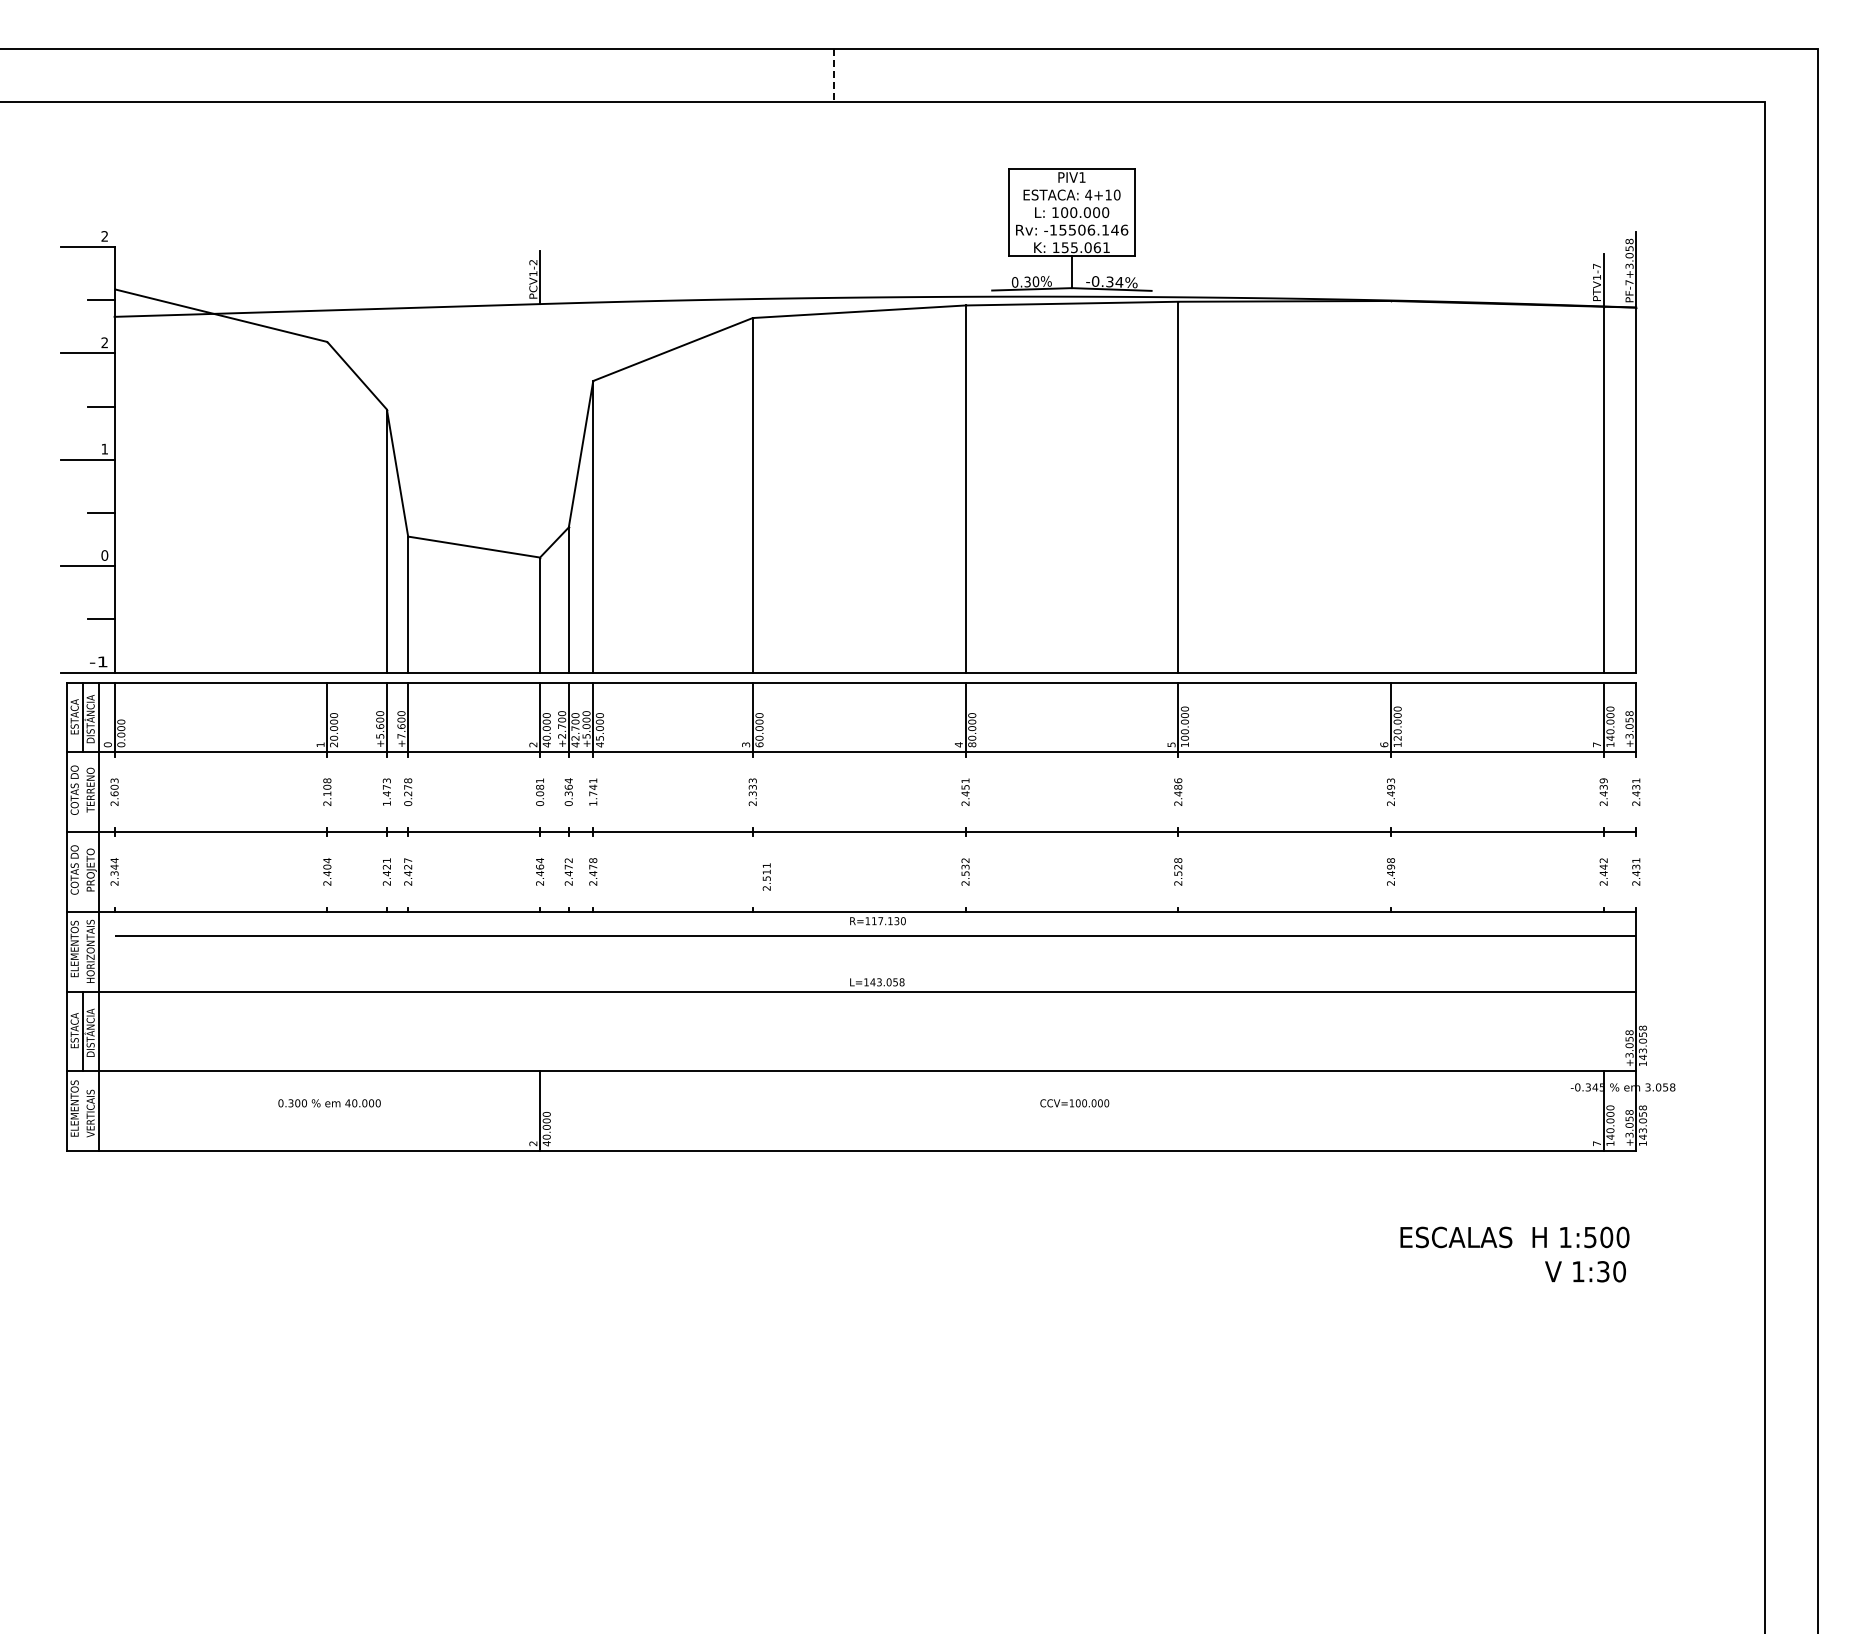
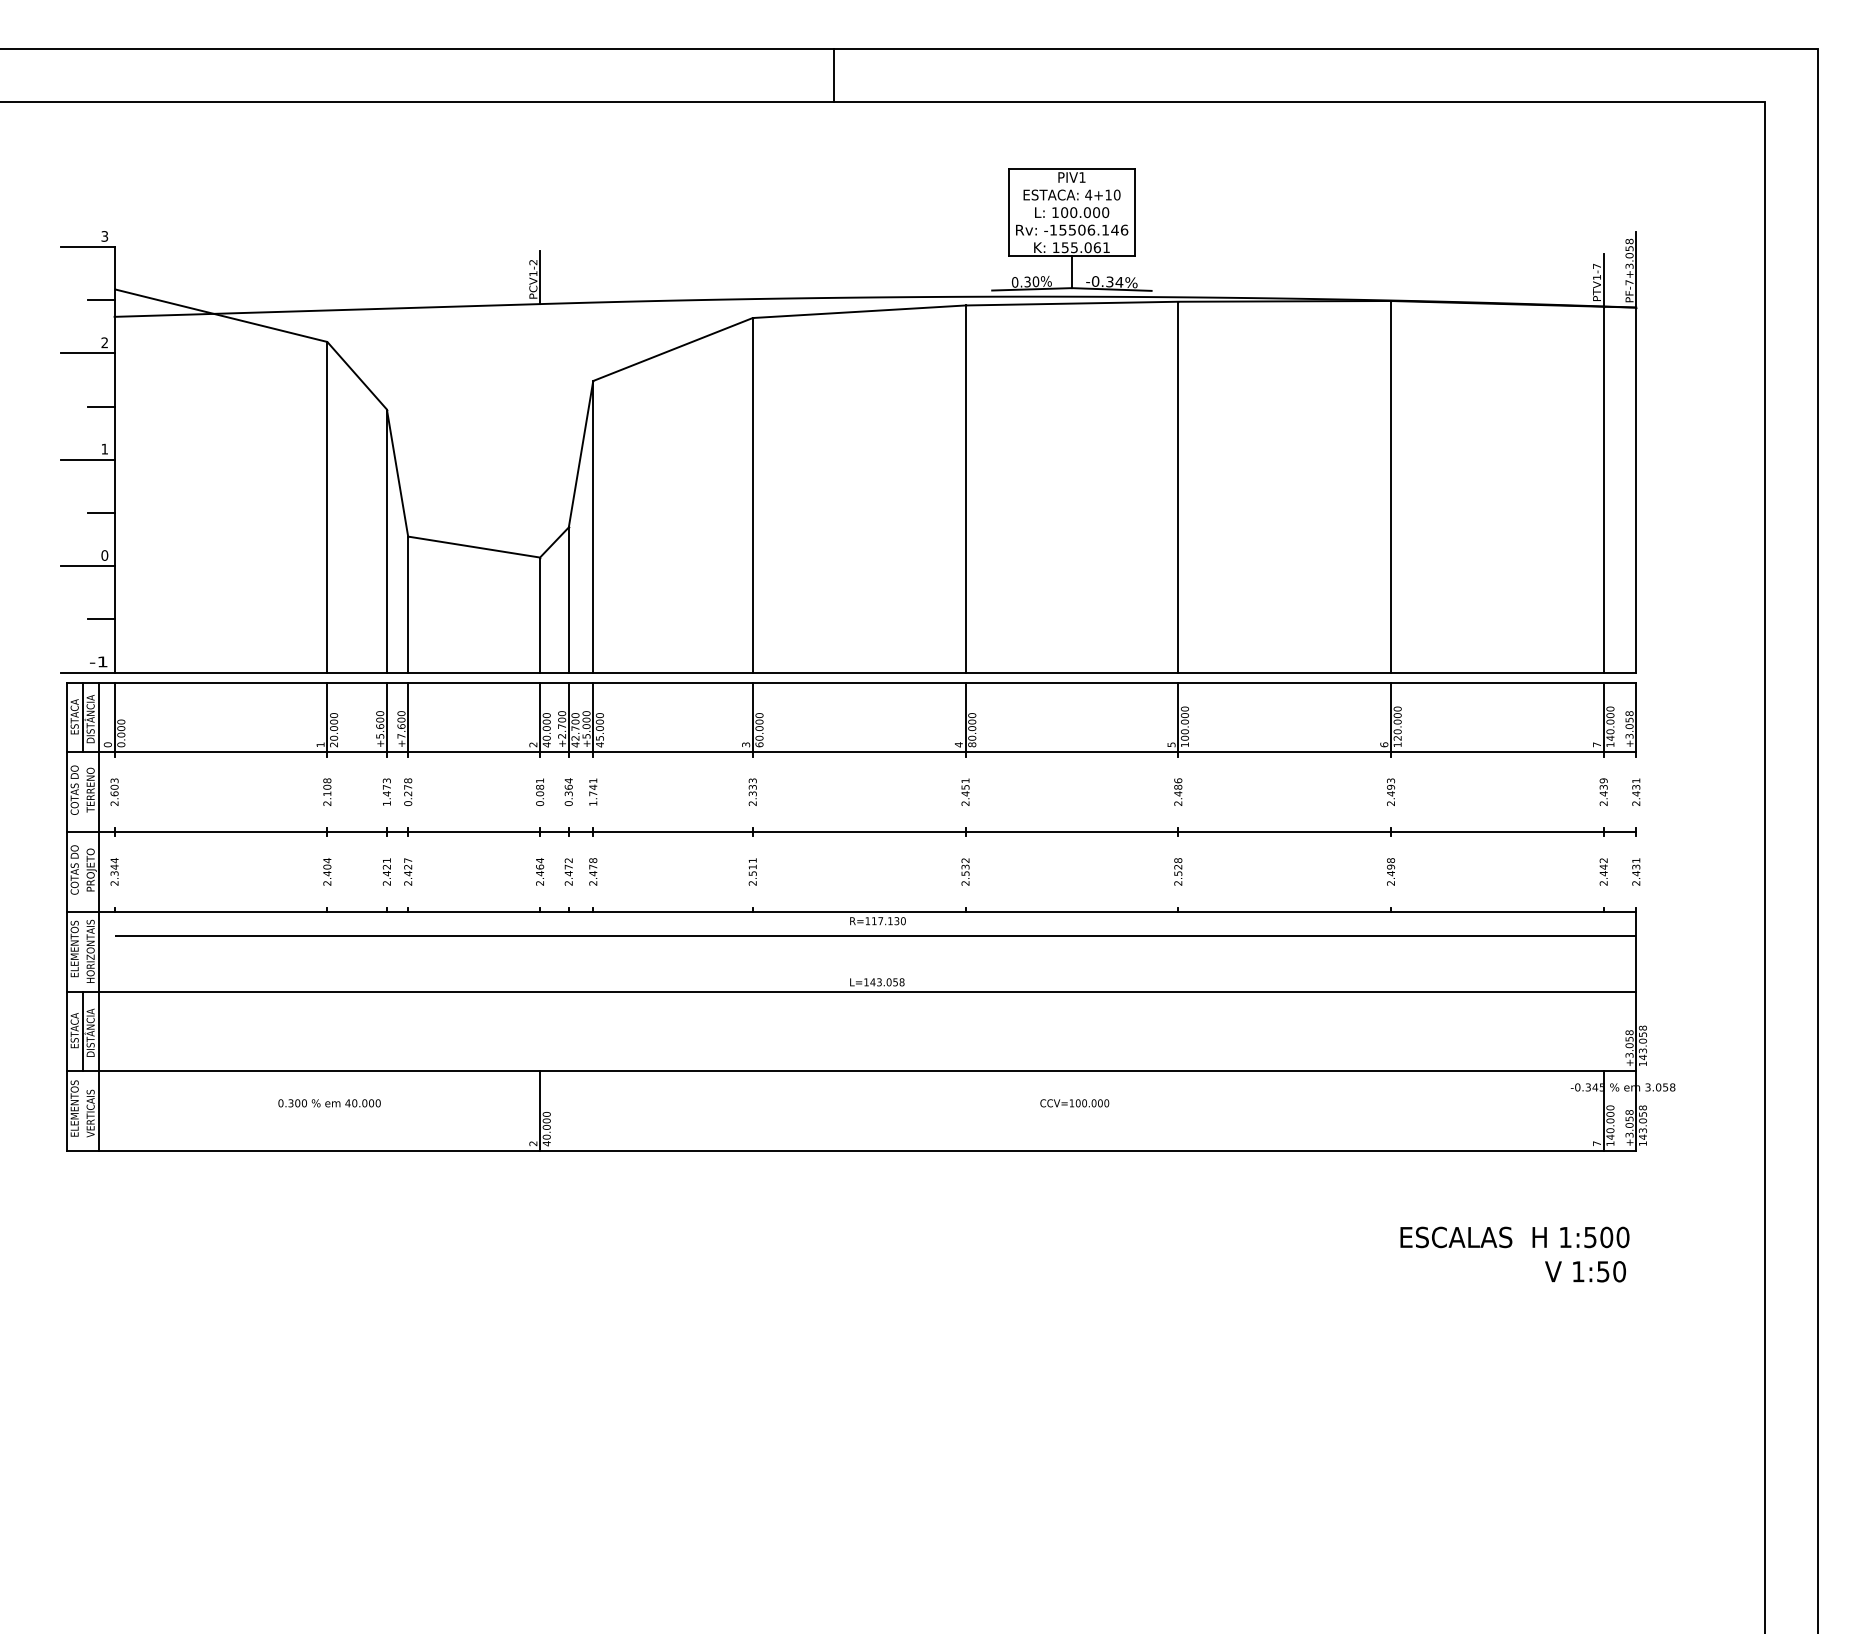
line at (833, 75): dashed -> solid
text at (104, 236): 2 -> 3
line at (1391, 486): none -> present
line at (327, 506): none -> present
text at (766, 876) position: (766, 876) -> (752, 871)
text at (1603, 1271): 1:30 -> 1:50
